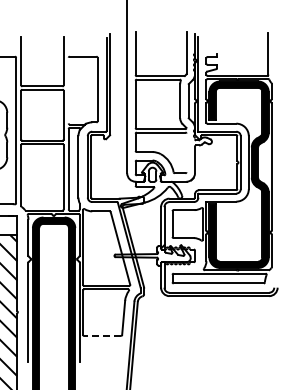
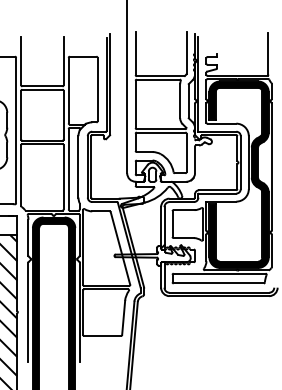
line at (68, 90): none -> present
line at (186, 152): none -> present
line at (102, 335): dashed -> solid
